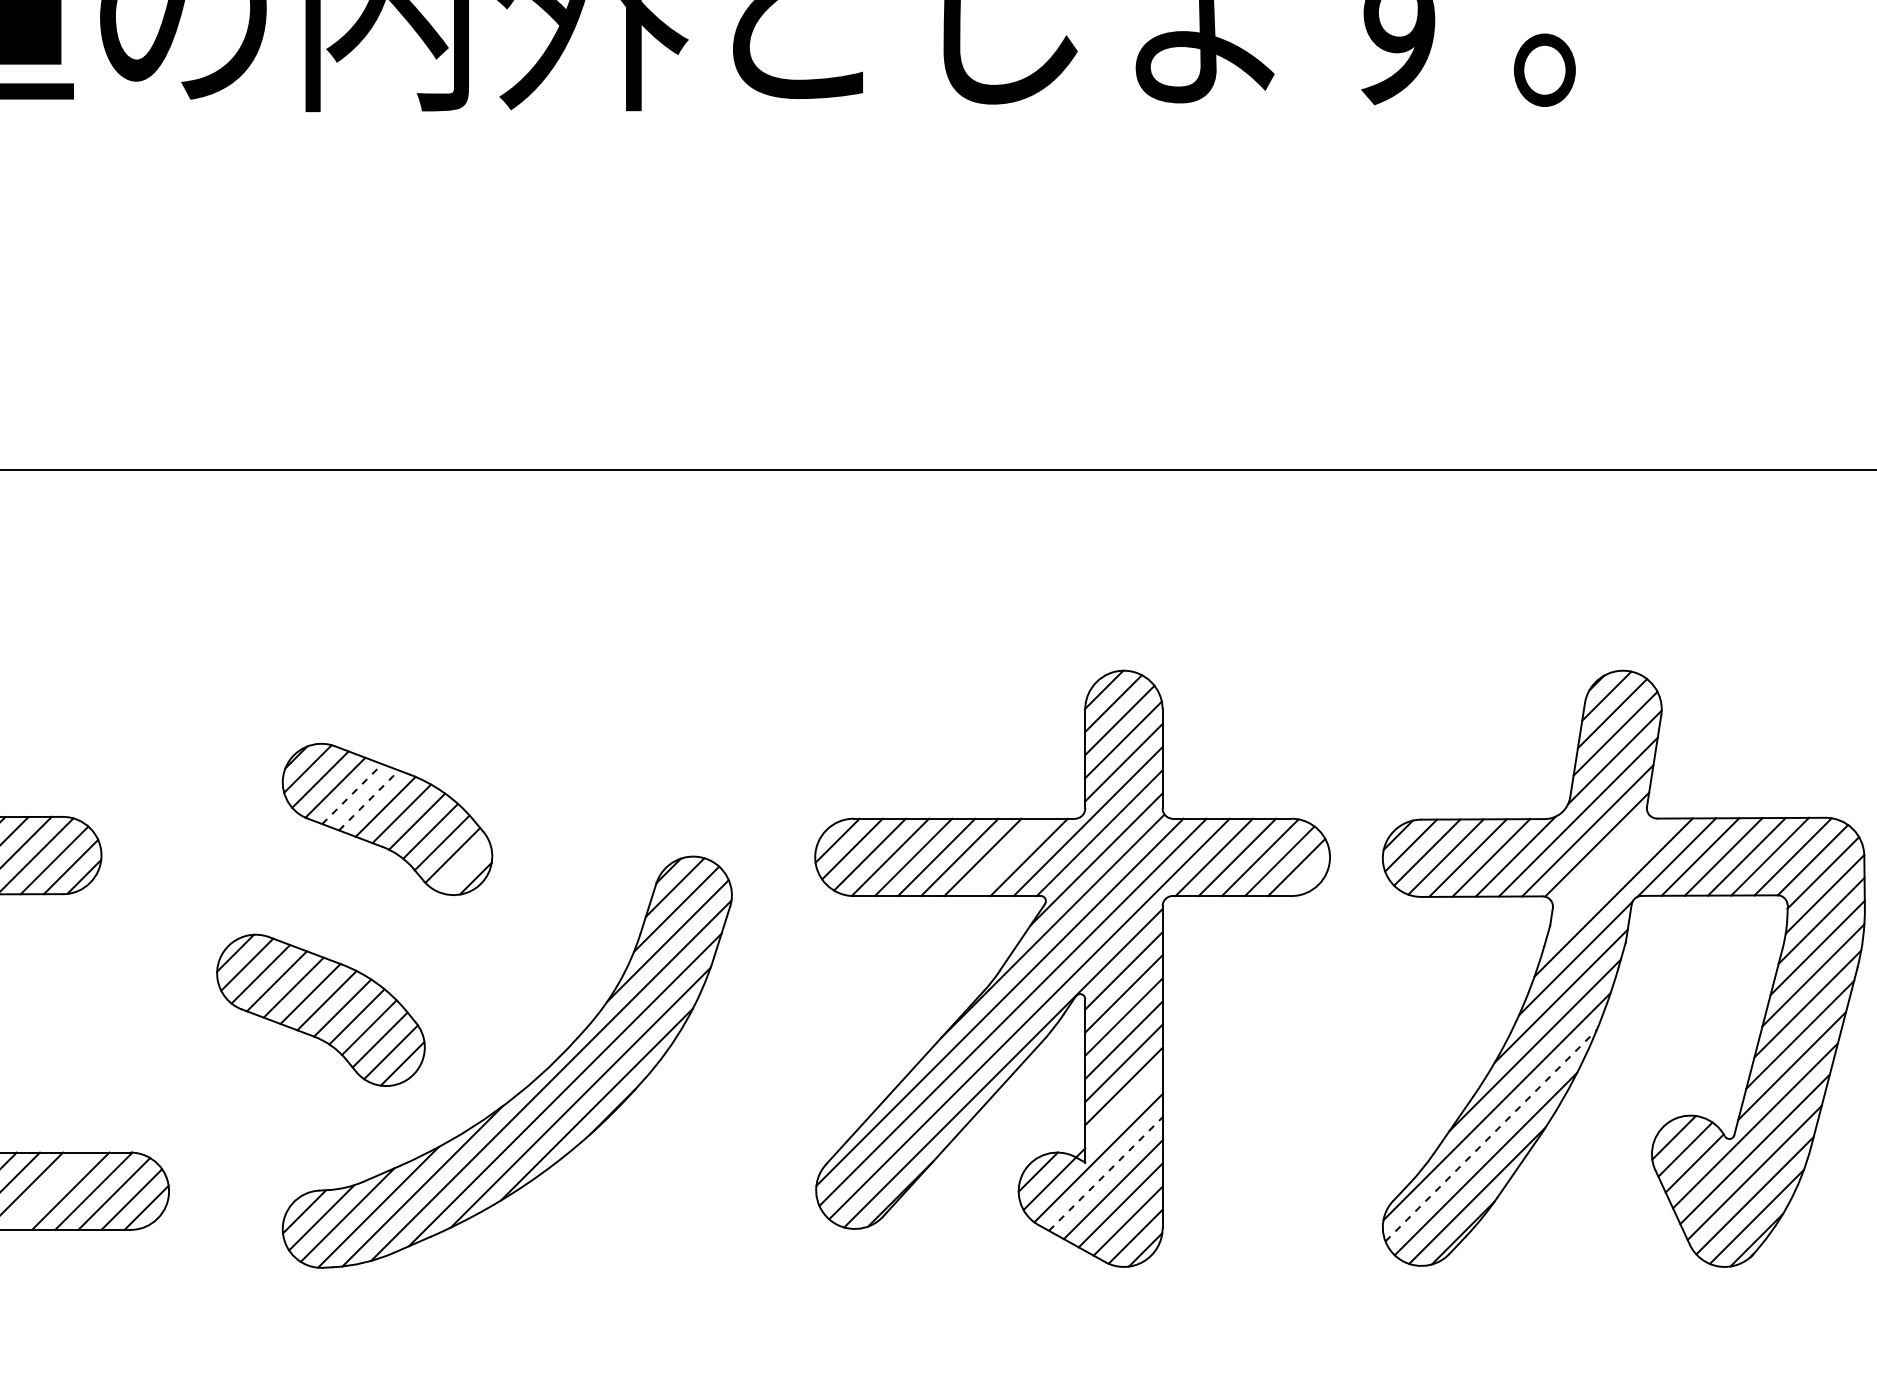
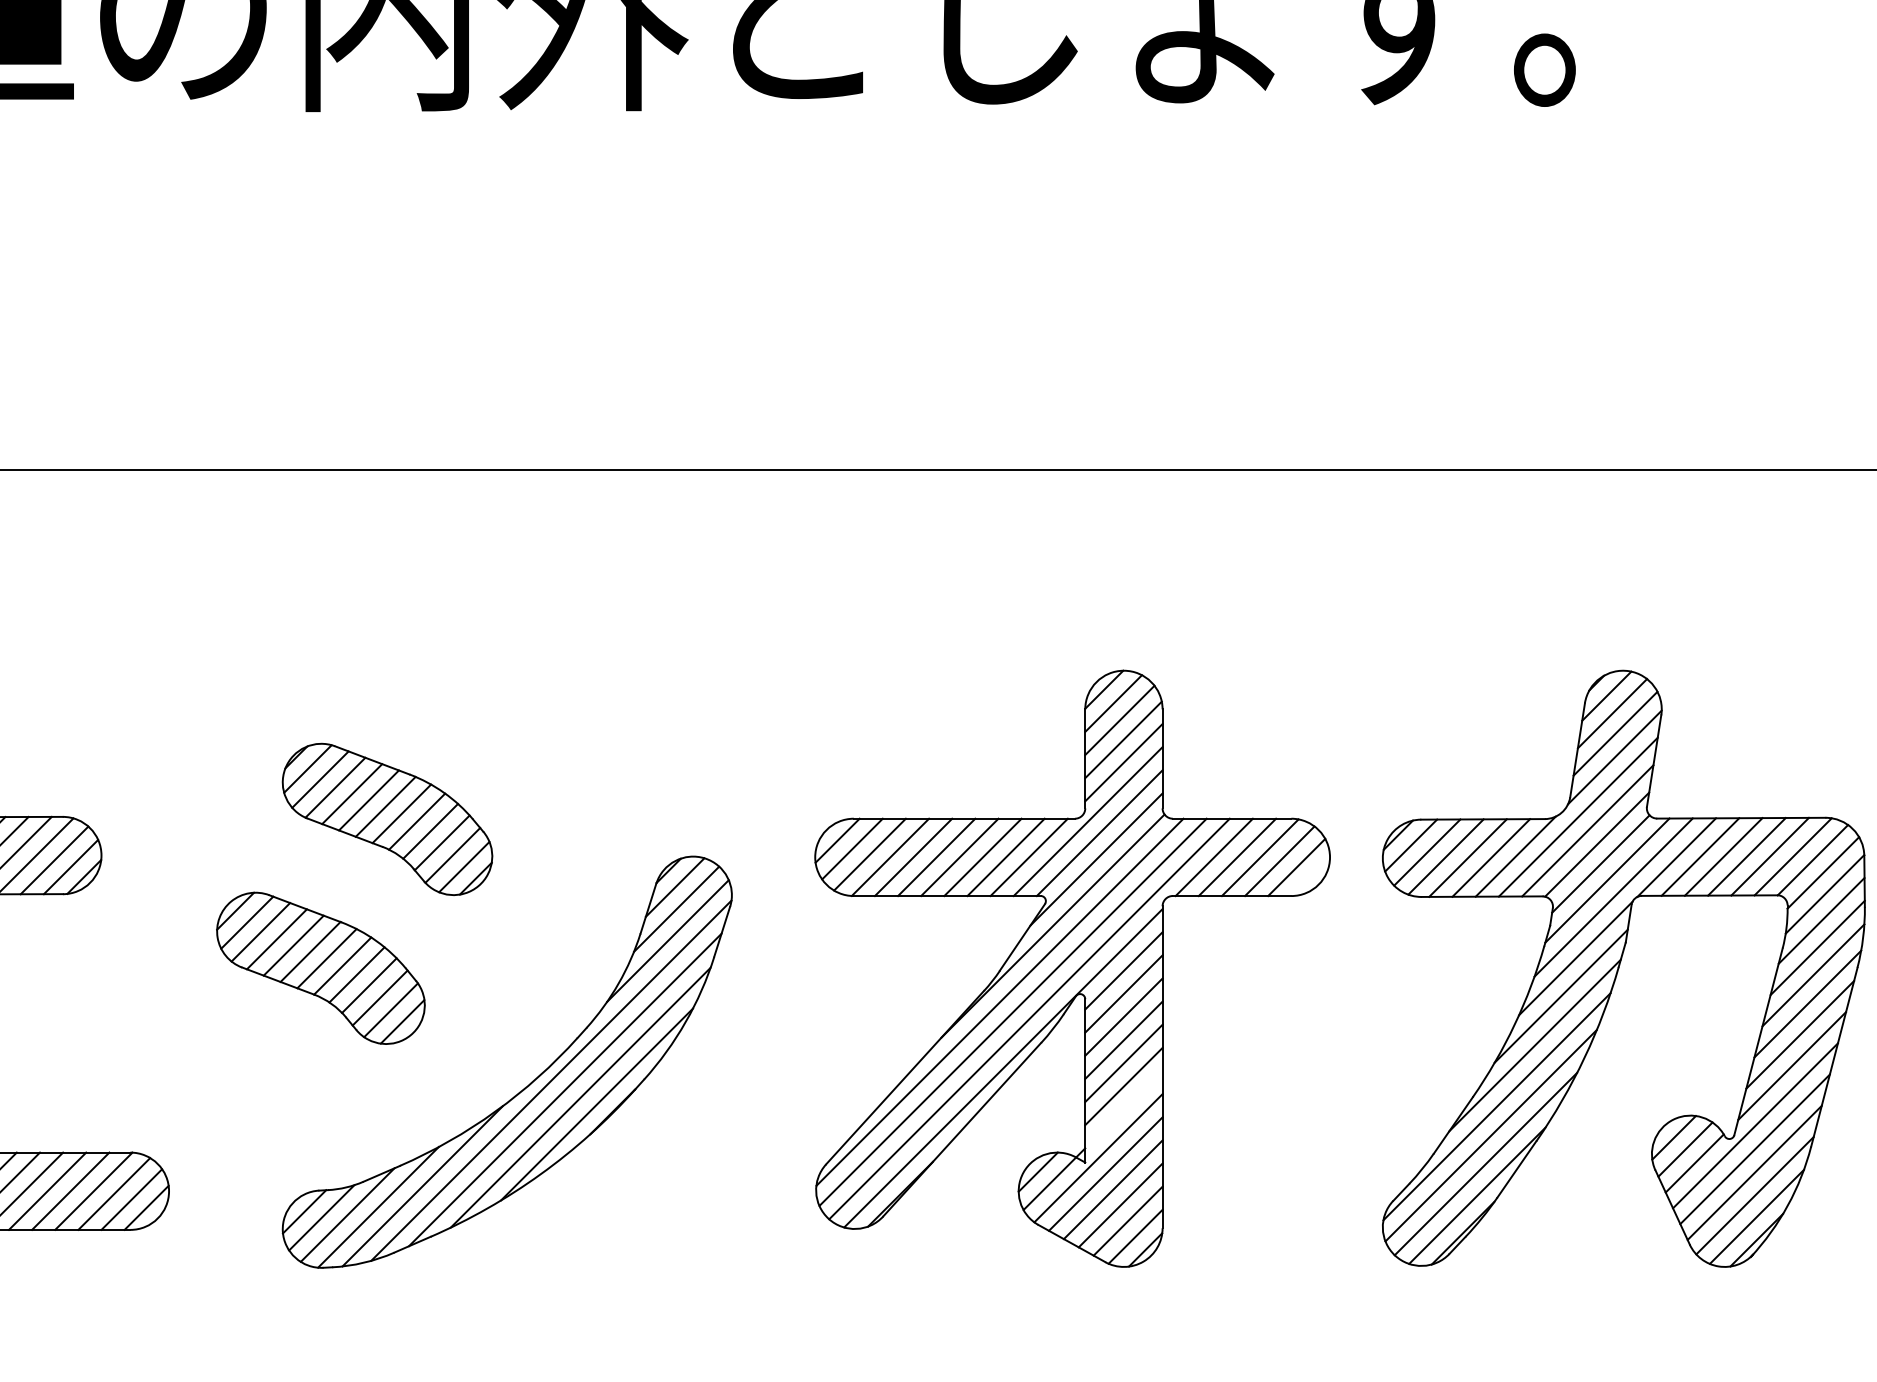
line at (352, 793): dashed -> solid
line at (369, 800): dashed -> solid
line at (1005, 857): none -> present
line at (1600, 863): none -> present
line at (464, 866): none -> present
line at (1607, 880): none -> present
part at (320, 1009) position: (320, 1009) -> (320, 967)
line at (1491, 1135): dashed -> solid
line at (1106, 1173): dashed -> solid
line at (47, 1190): none -> present
